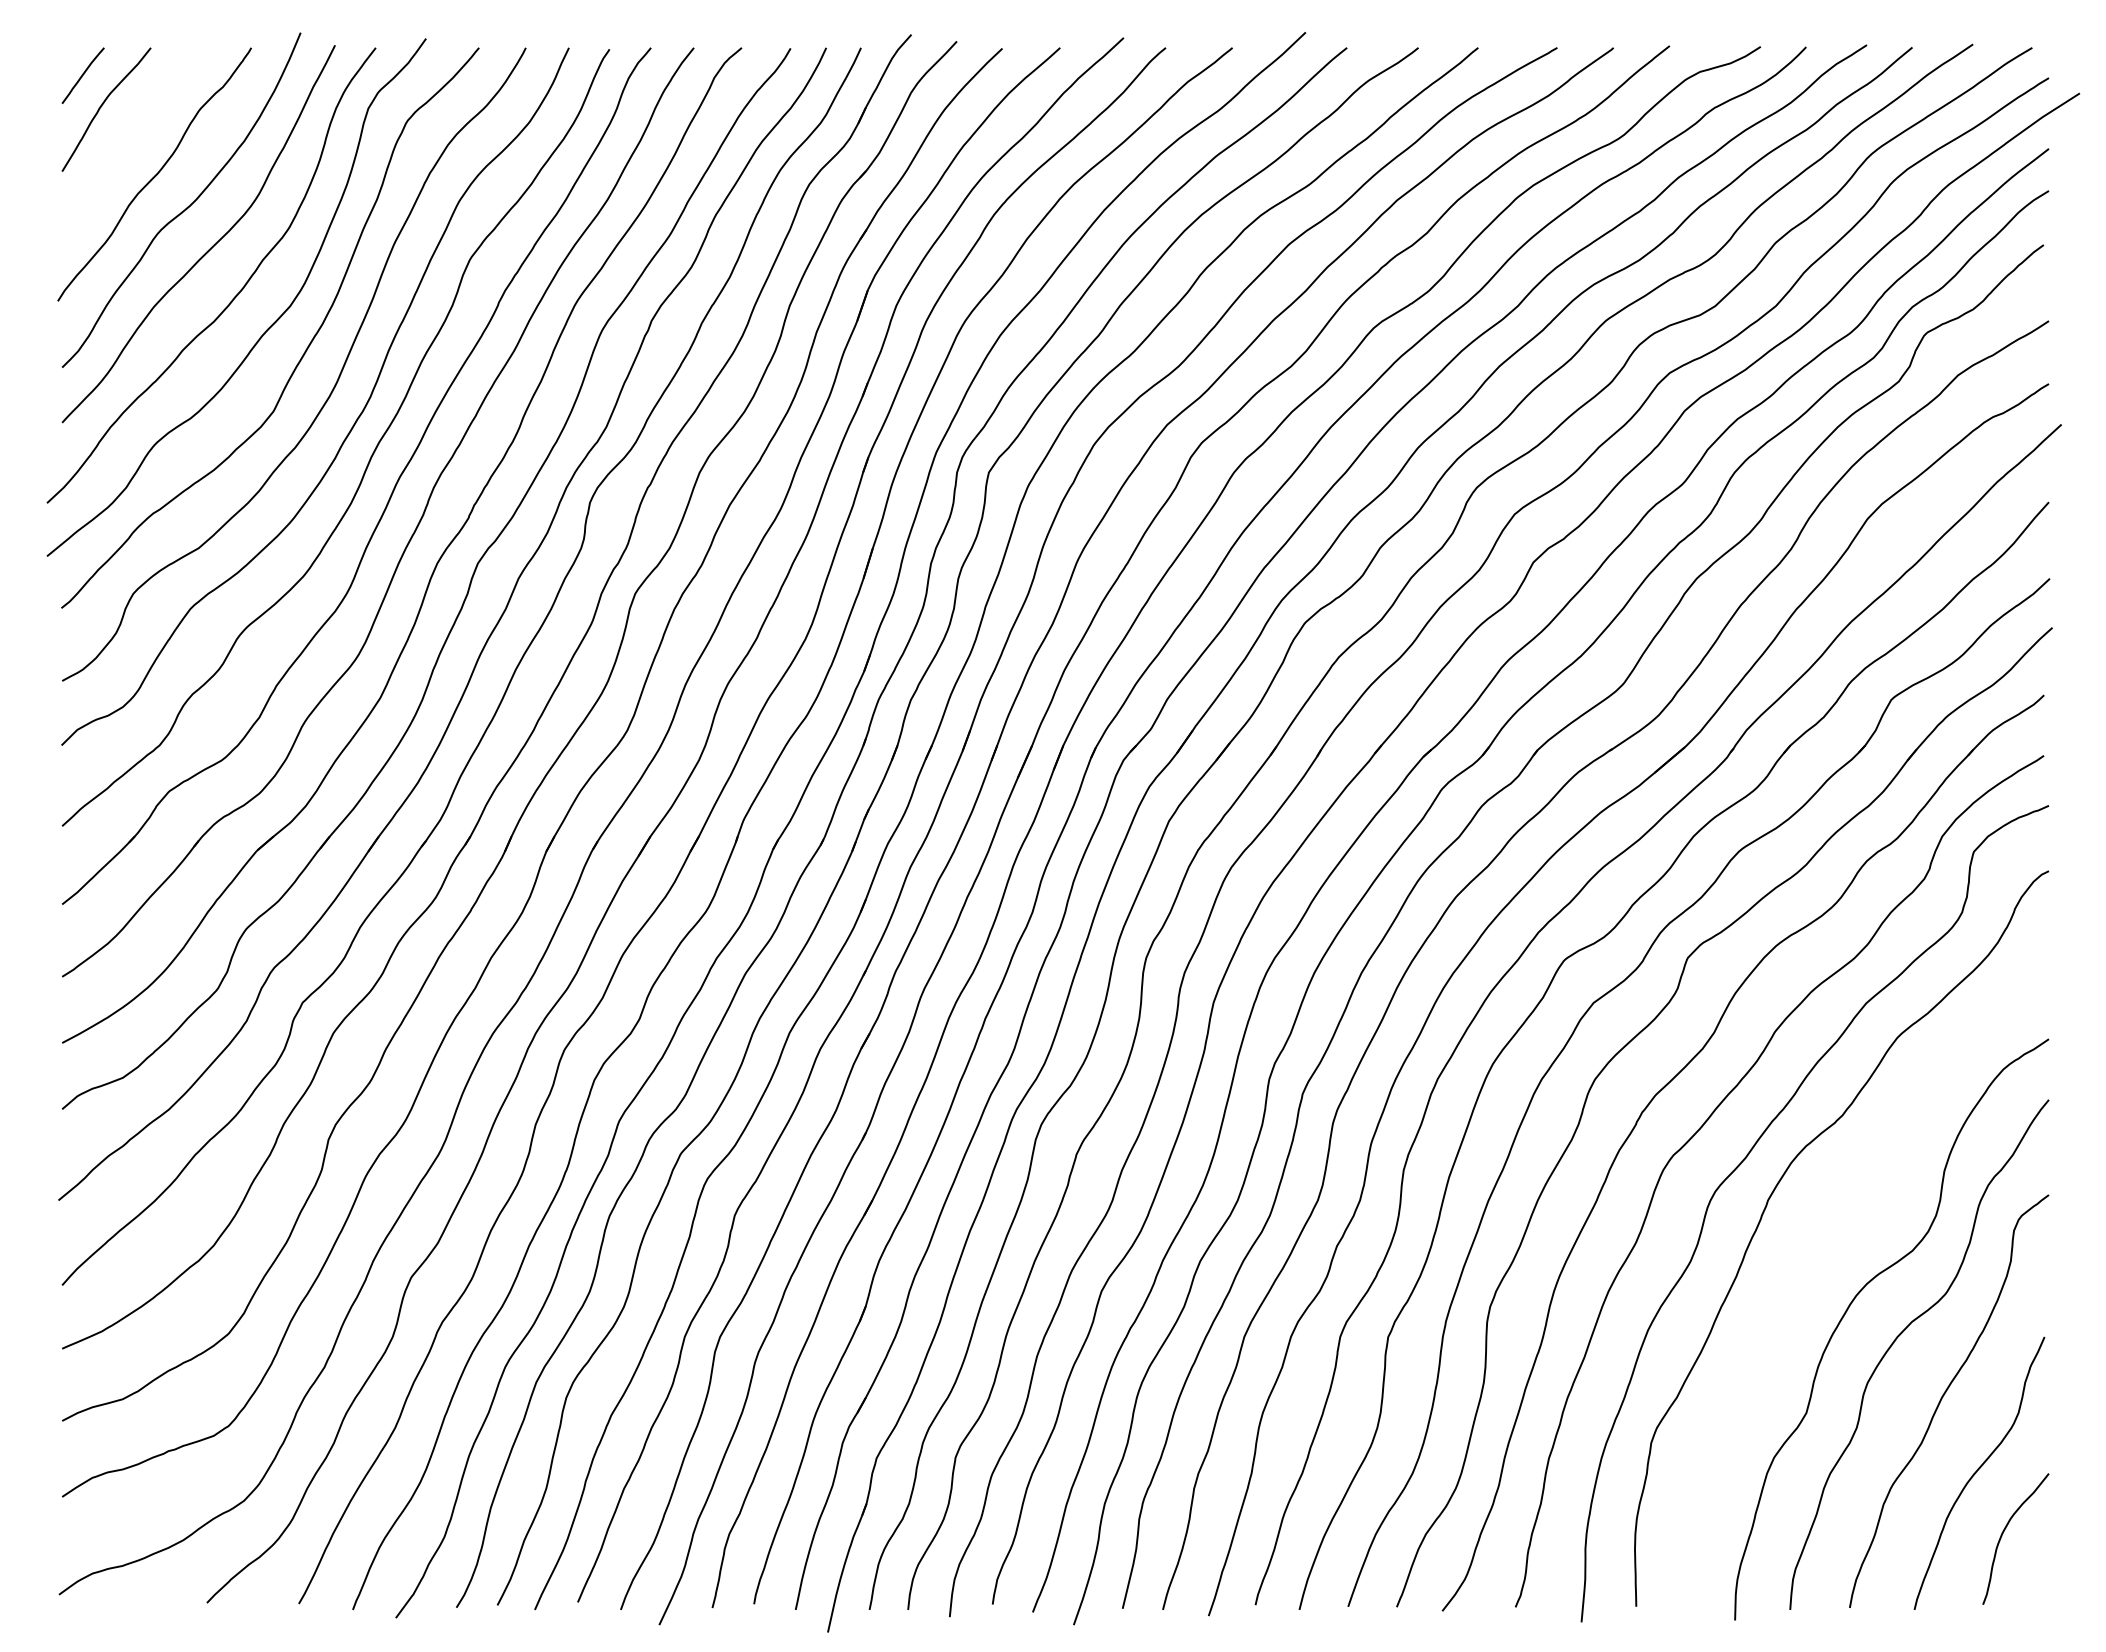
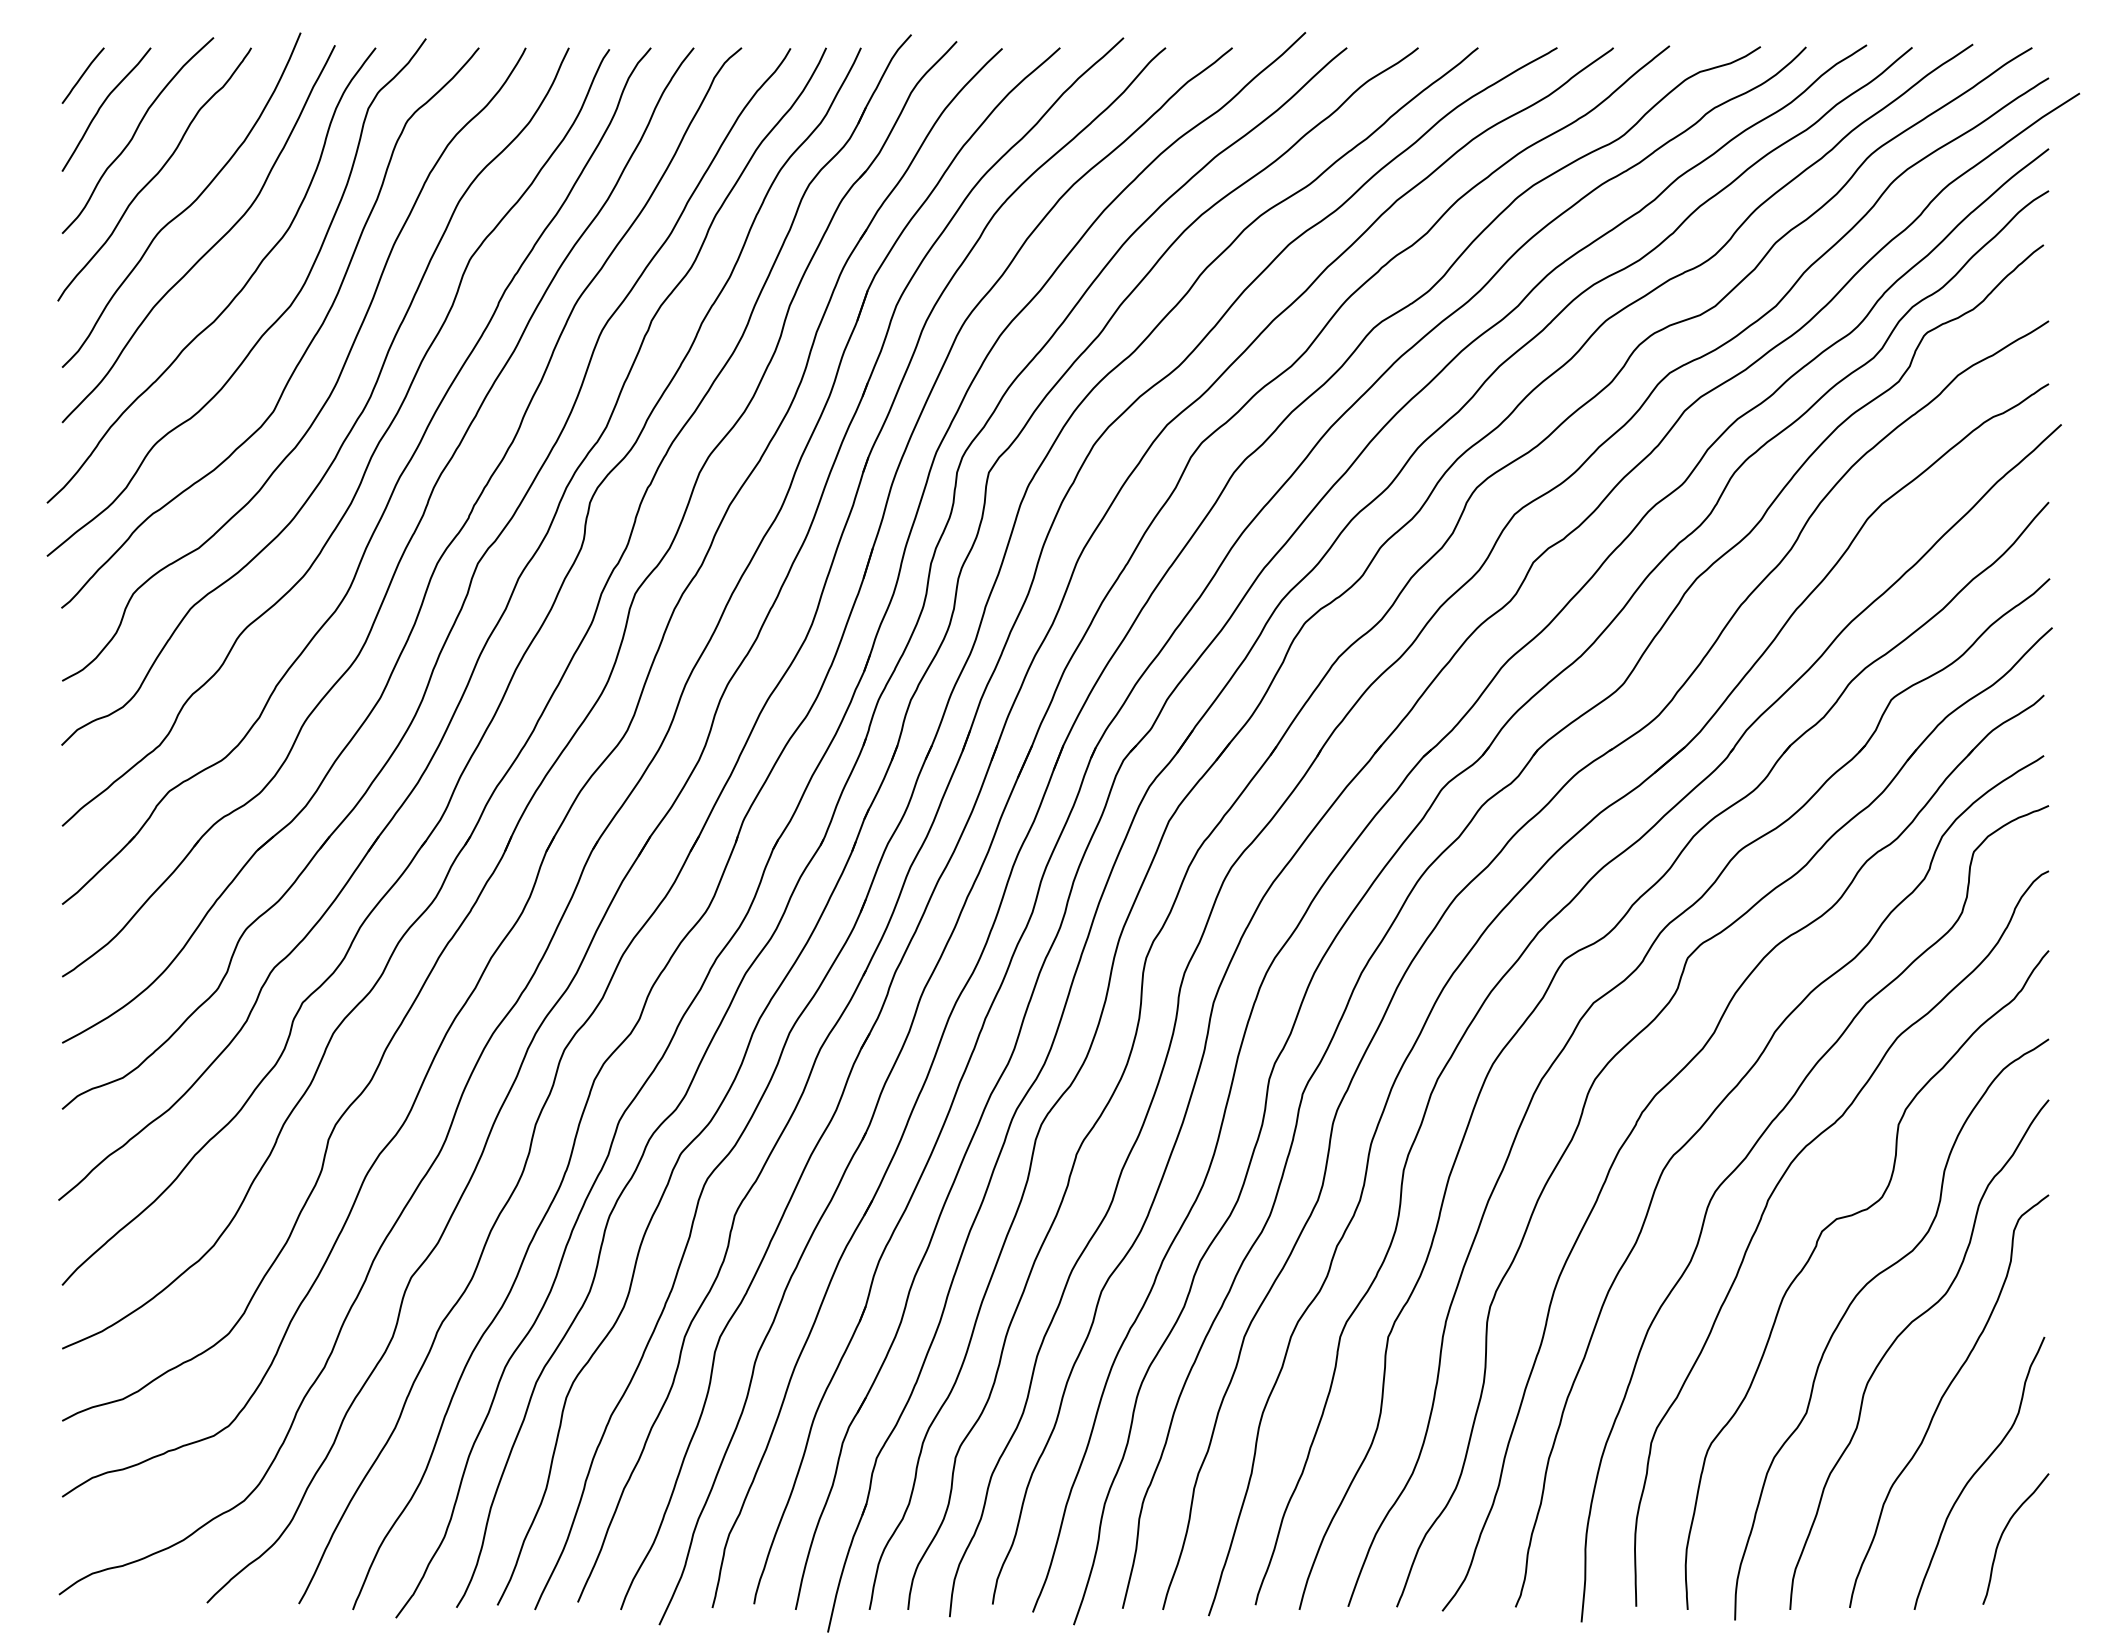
curve at (135, 134): none -> present
curve at (1813, 1253): none -> present
